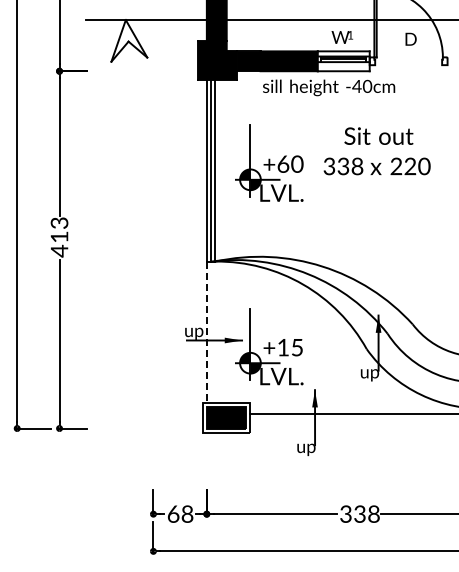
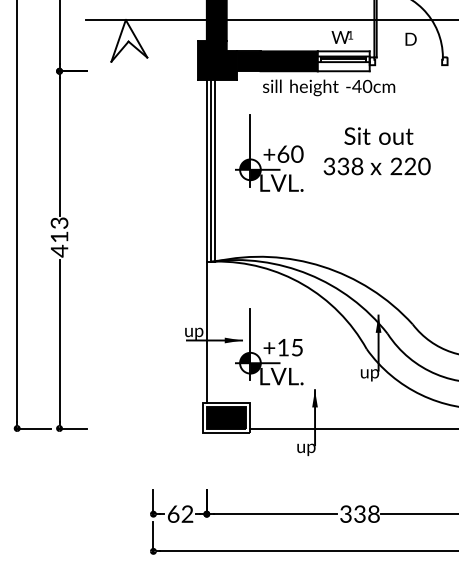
part at (269, 162) position: (269, 162) -> (269, 152)
line at (206, 332): dashed -> solid
line at (352, 413) position: (352, 413) -> (352, 428)
text at (187, 514): 68 -> 62
